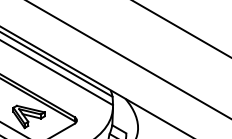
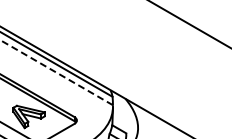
line at (181, 29) position: (181, 29) -> (189, 24)
line at (128, 59): present -> none
line at (56, 72): solid -> dashed
